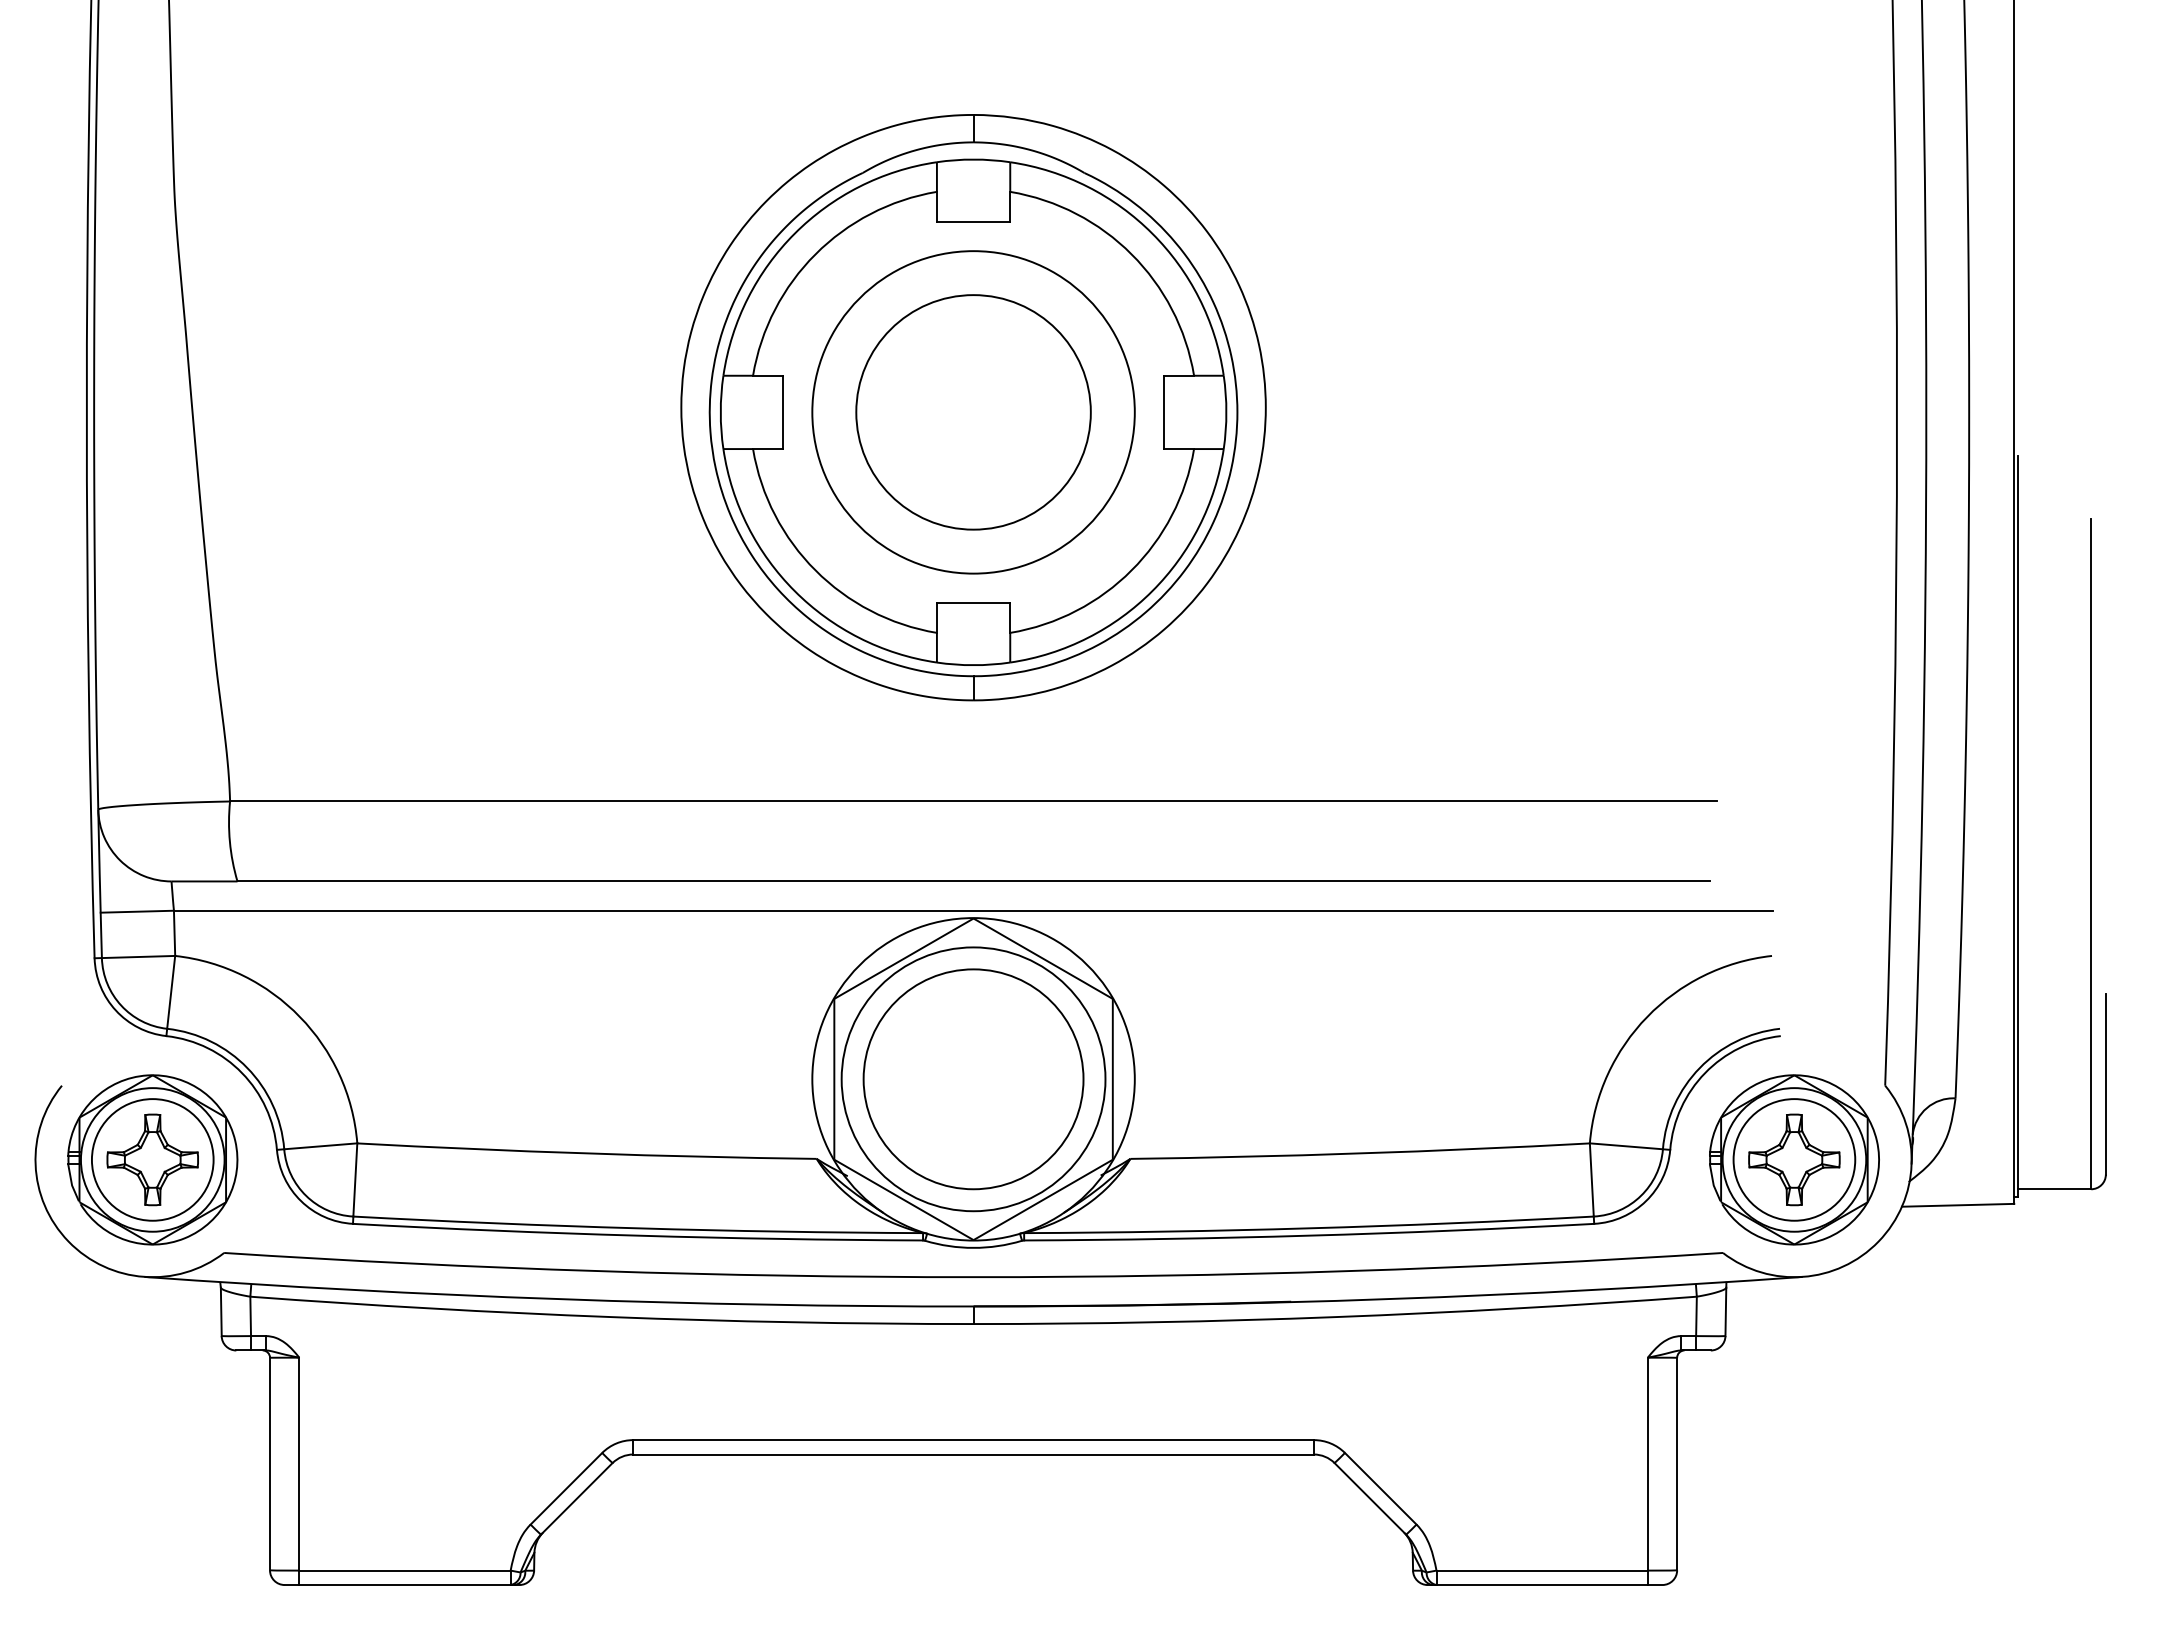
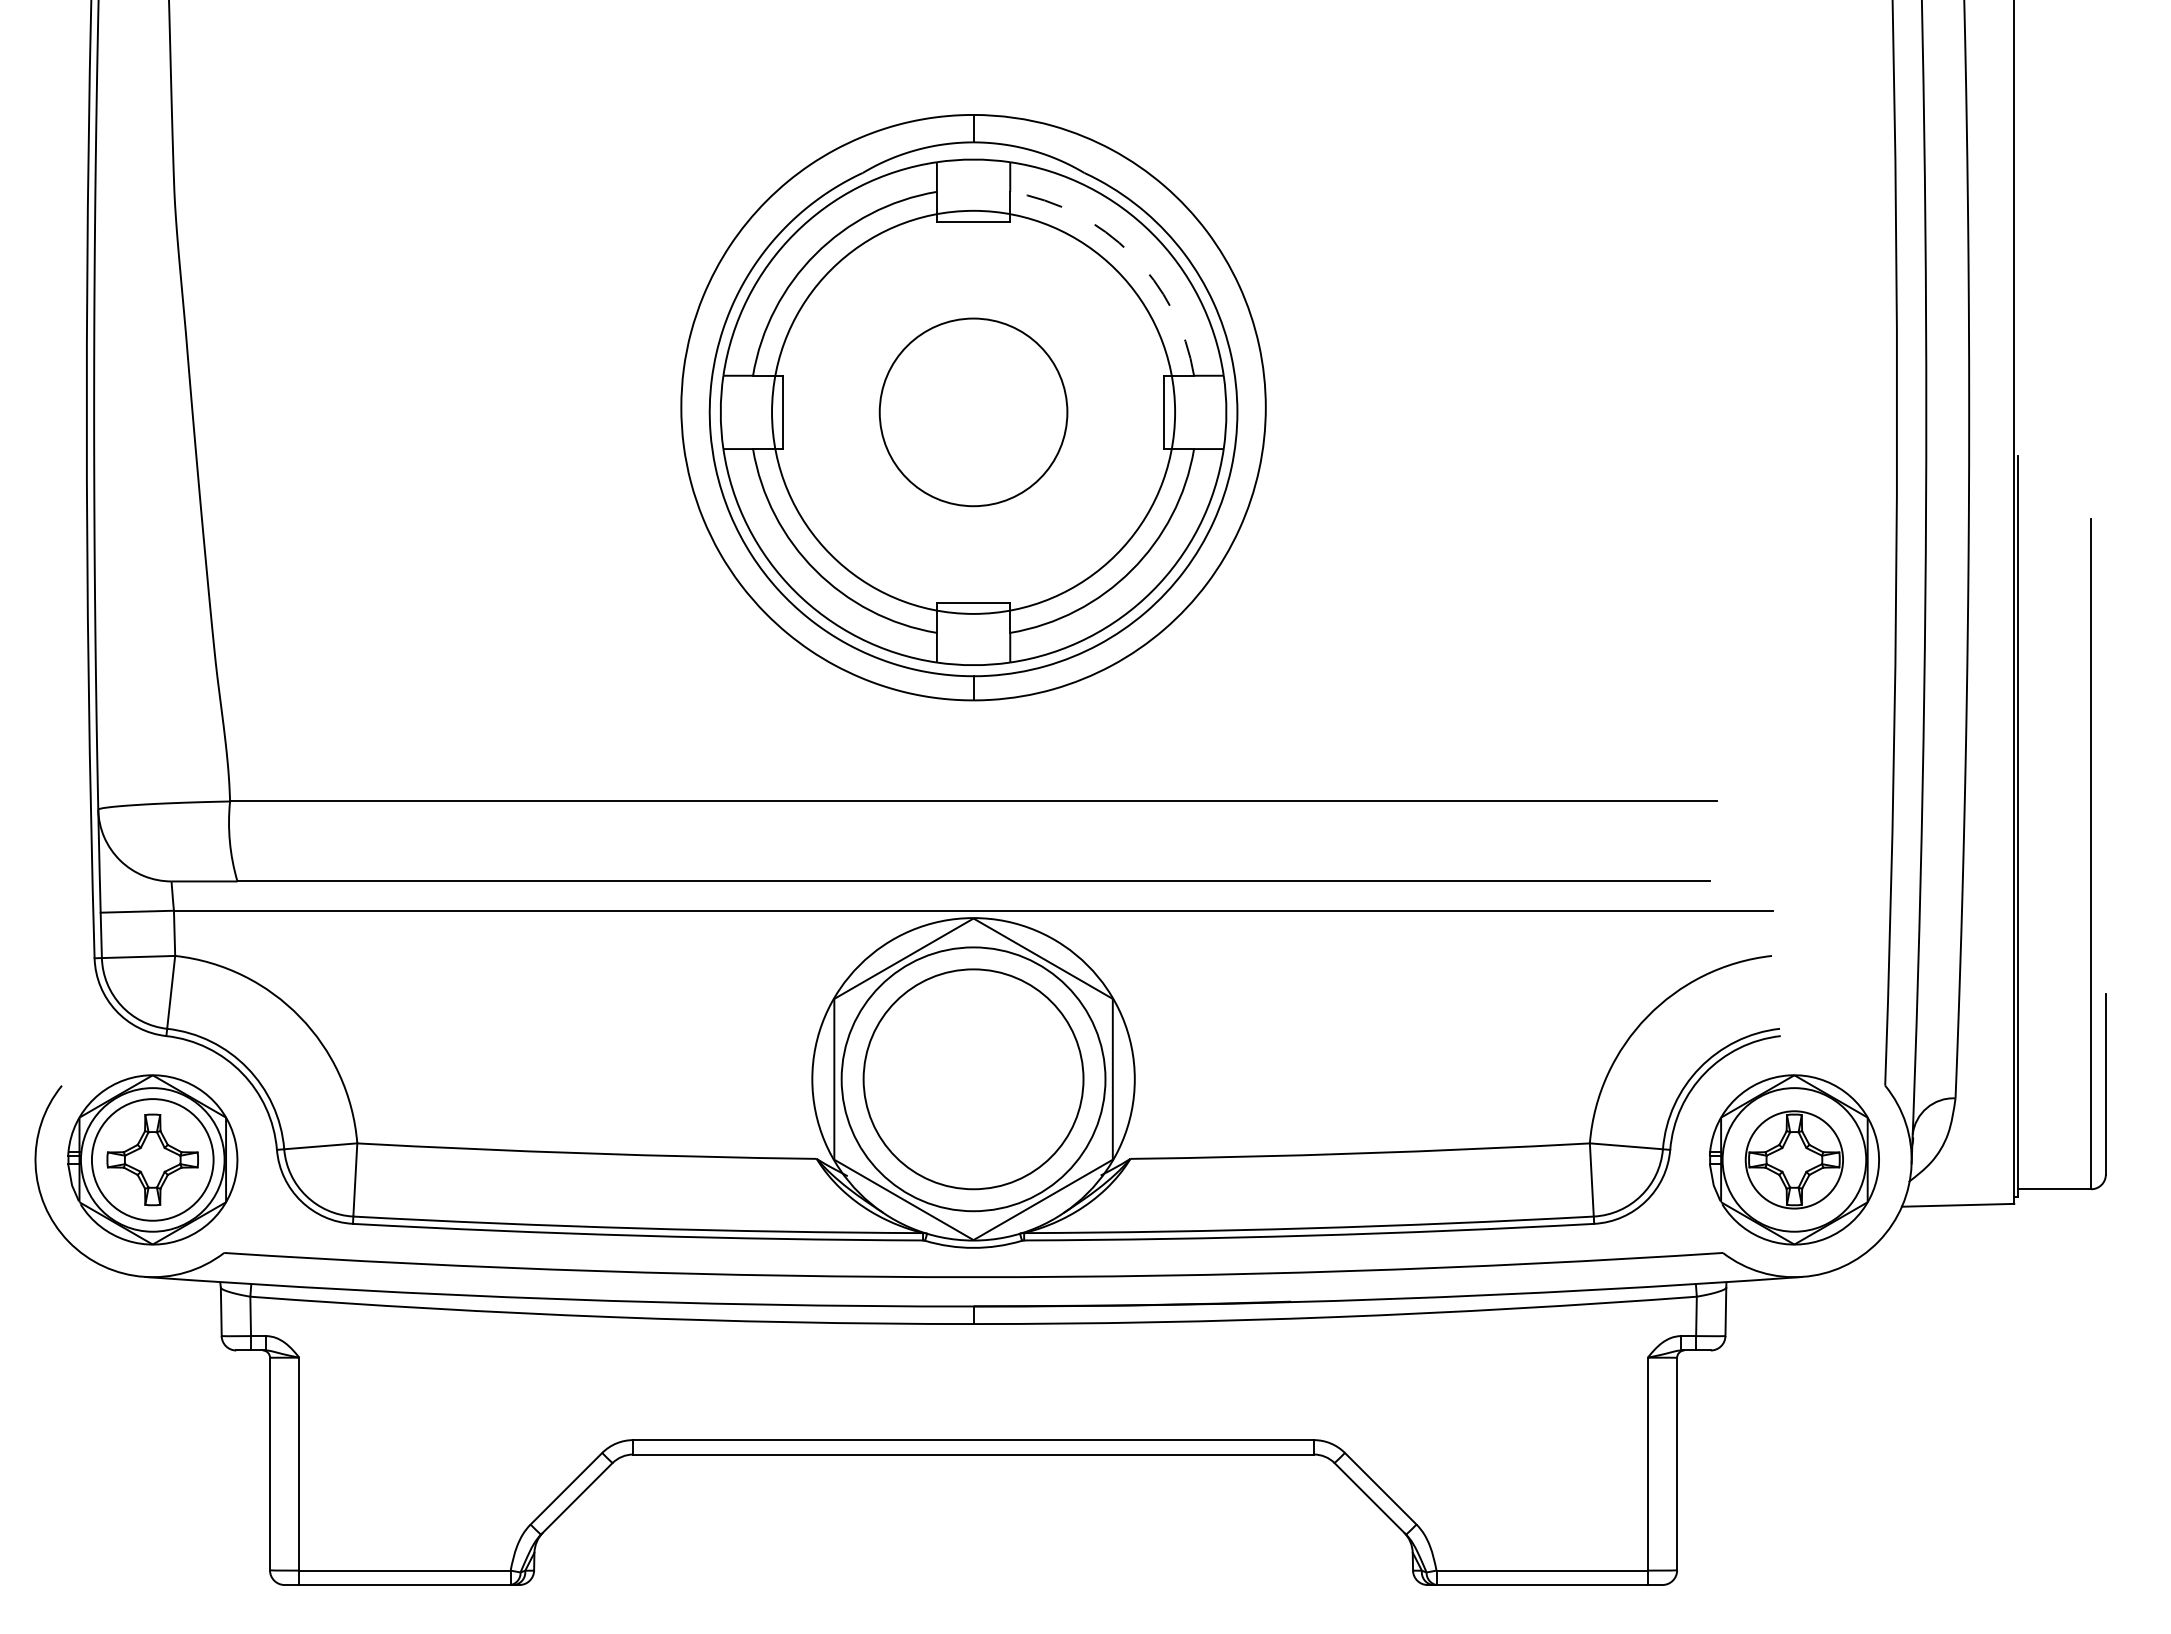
arc at (1131, 254): solid -> dashed
circle at (973, 412) diameter: 235 px -> 188 px
circle at (973, 412) diameter: 322 px -> 403 px
circle at (1794, 1159) diameter: 122 px -> 97 px
